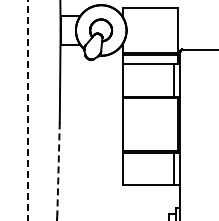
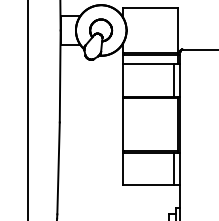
line at (27, 109): dashed -> solid
line at (58, 168): dashed -> solid
